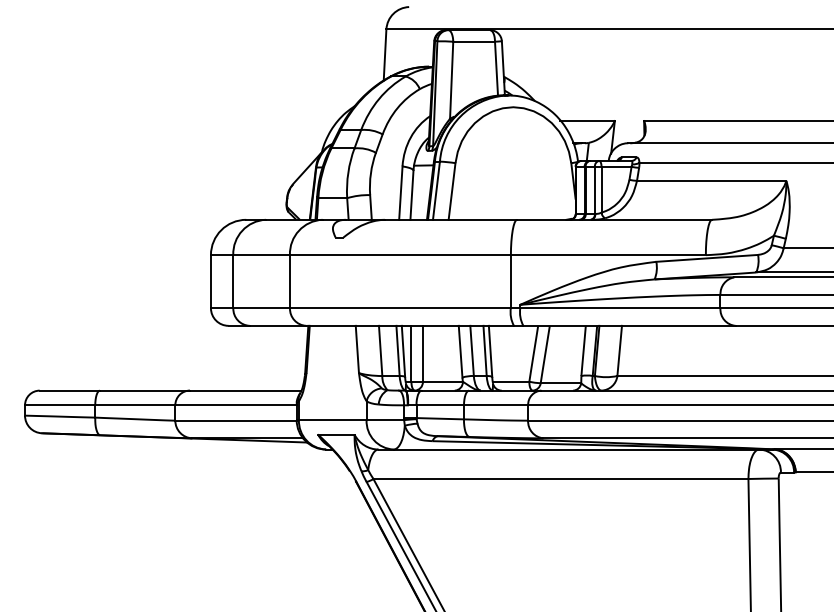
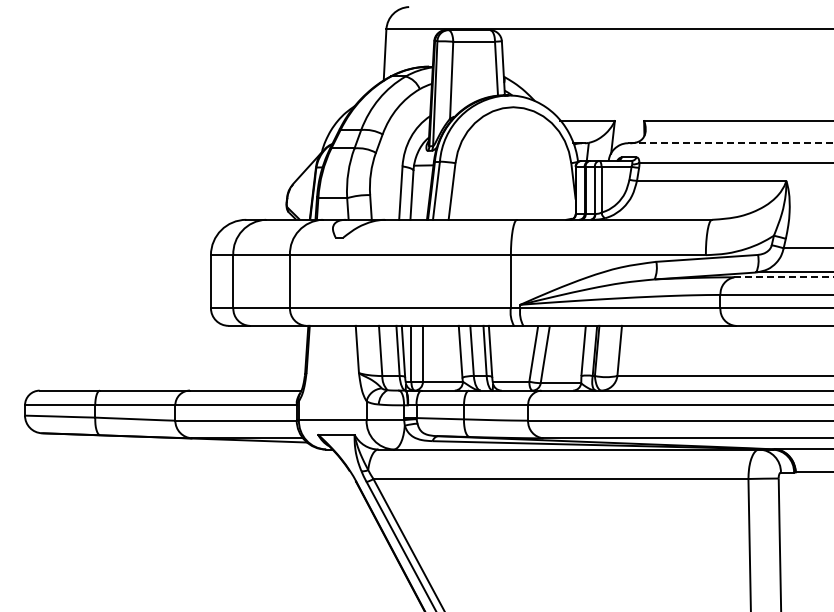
line at (731, 143): solid -> dashed
line at (784, 277): solid -> dashed
